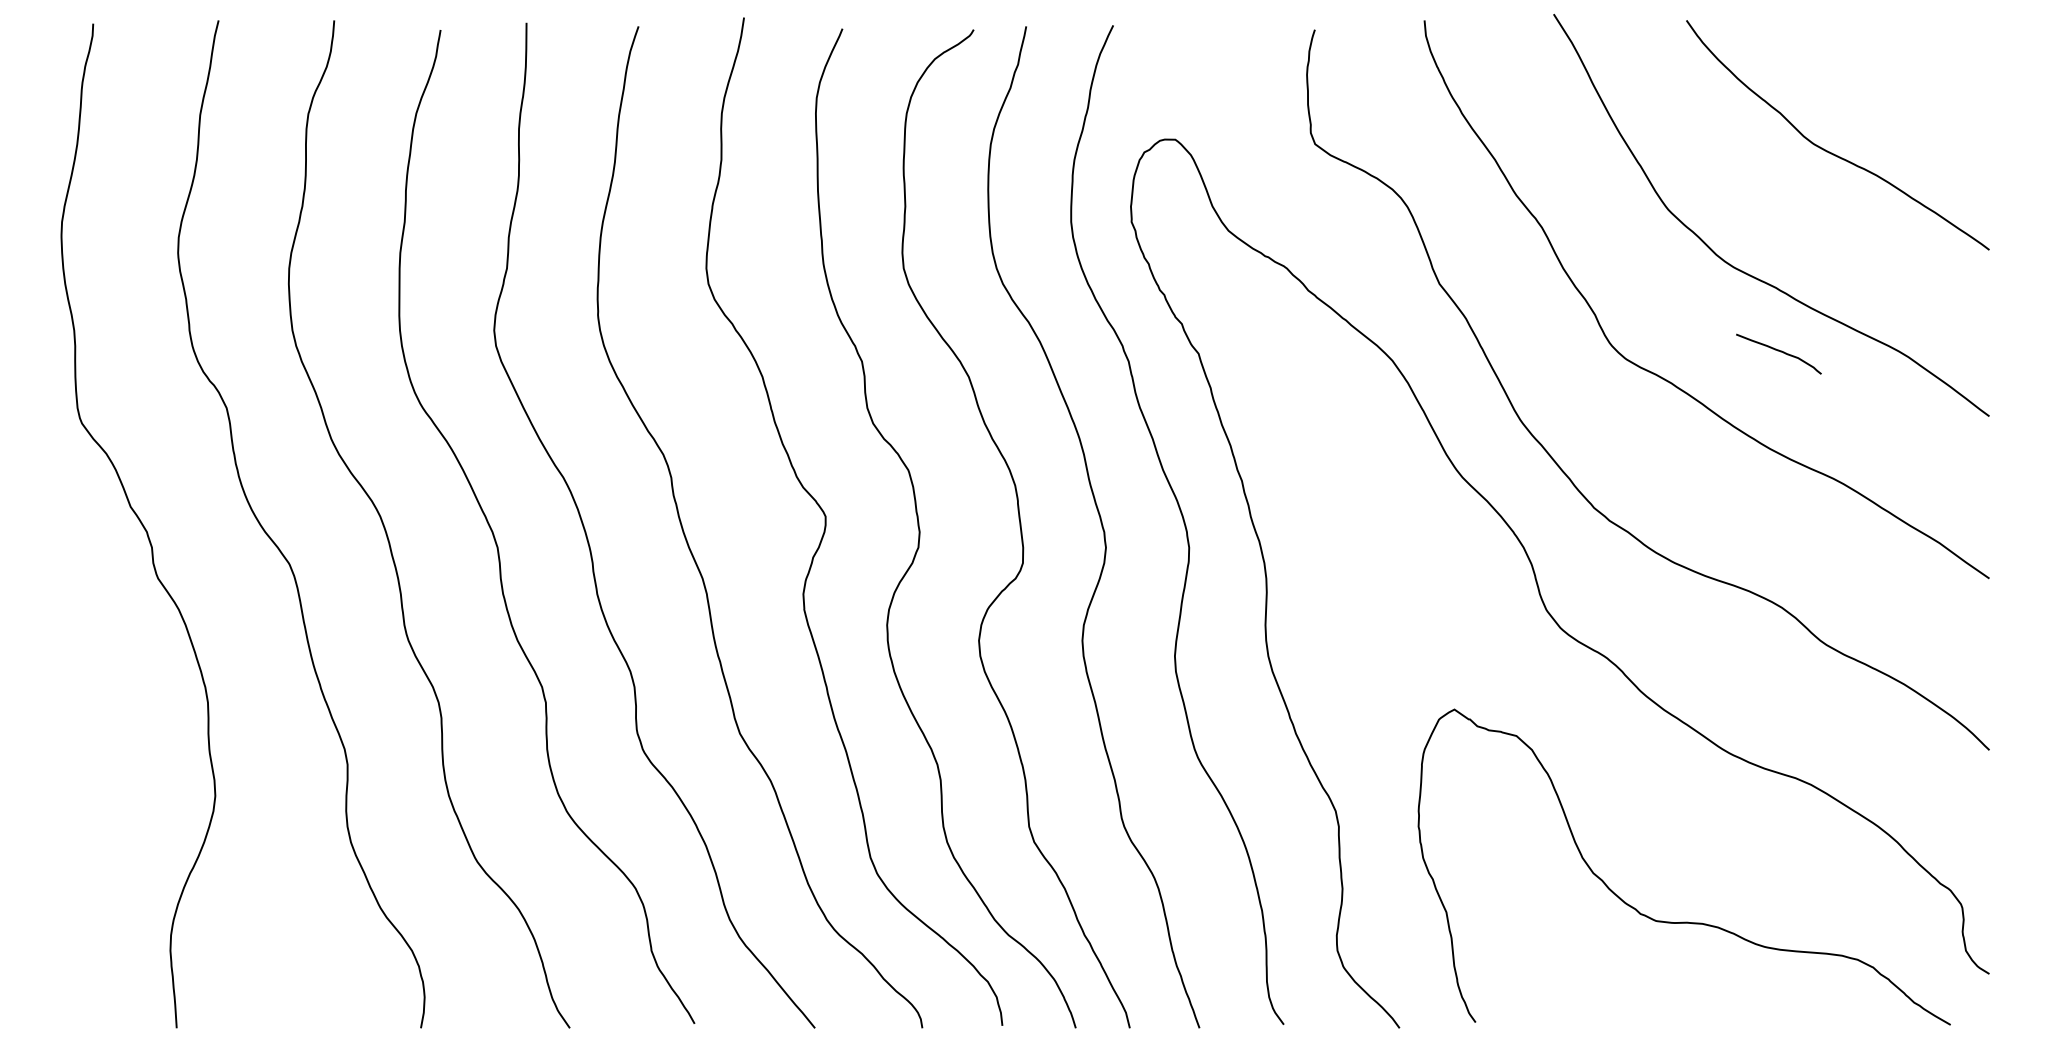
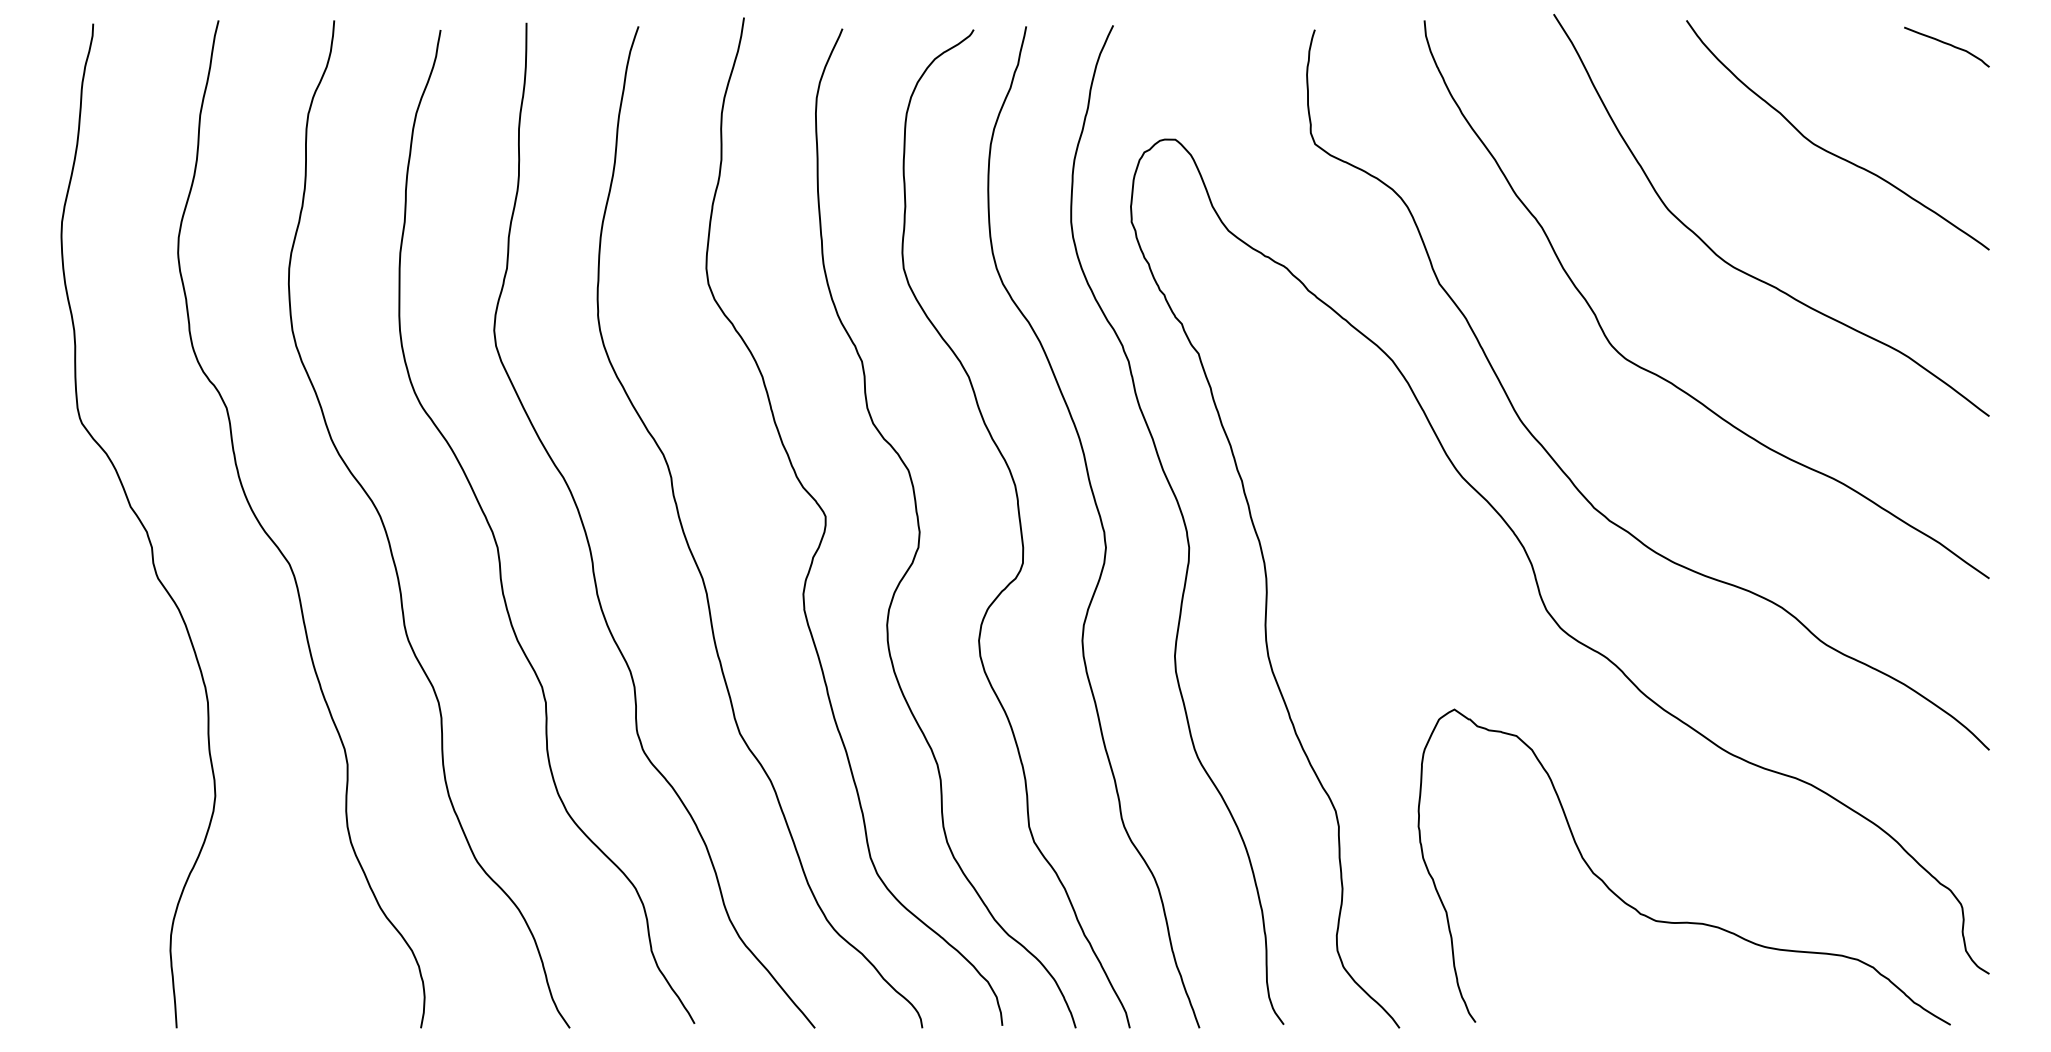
curve at (1778, 351) position: (1778, 351) -> (1946, 44)
